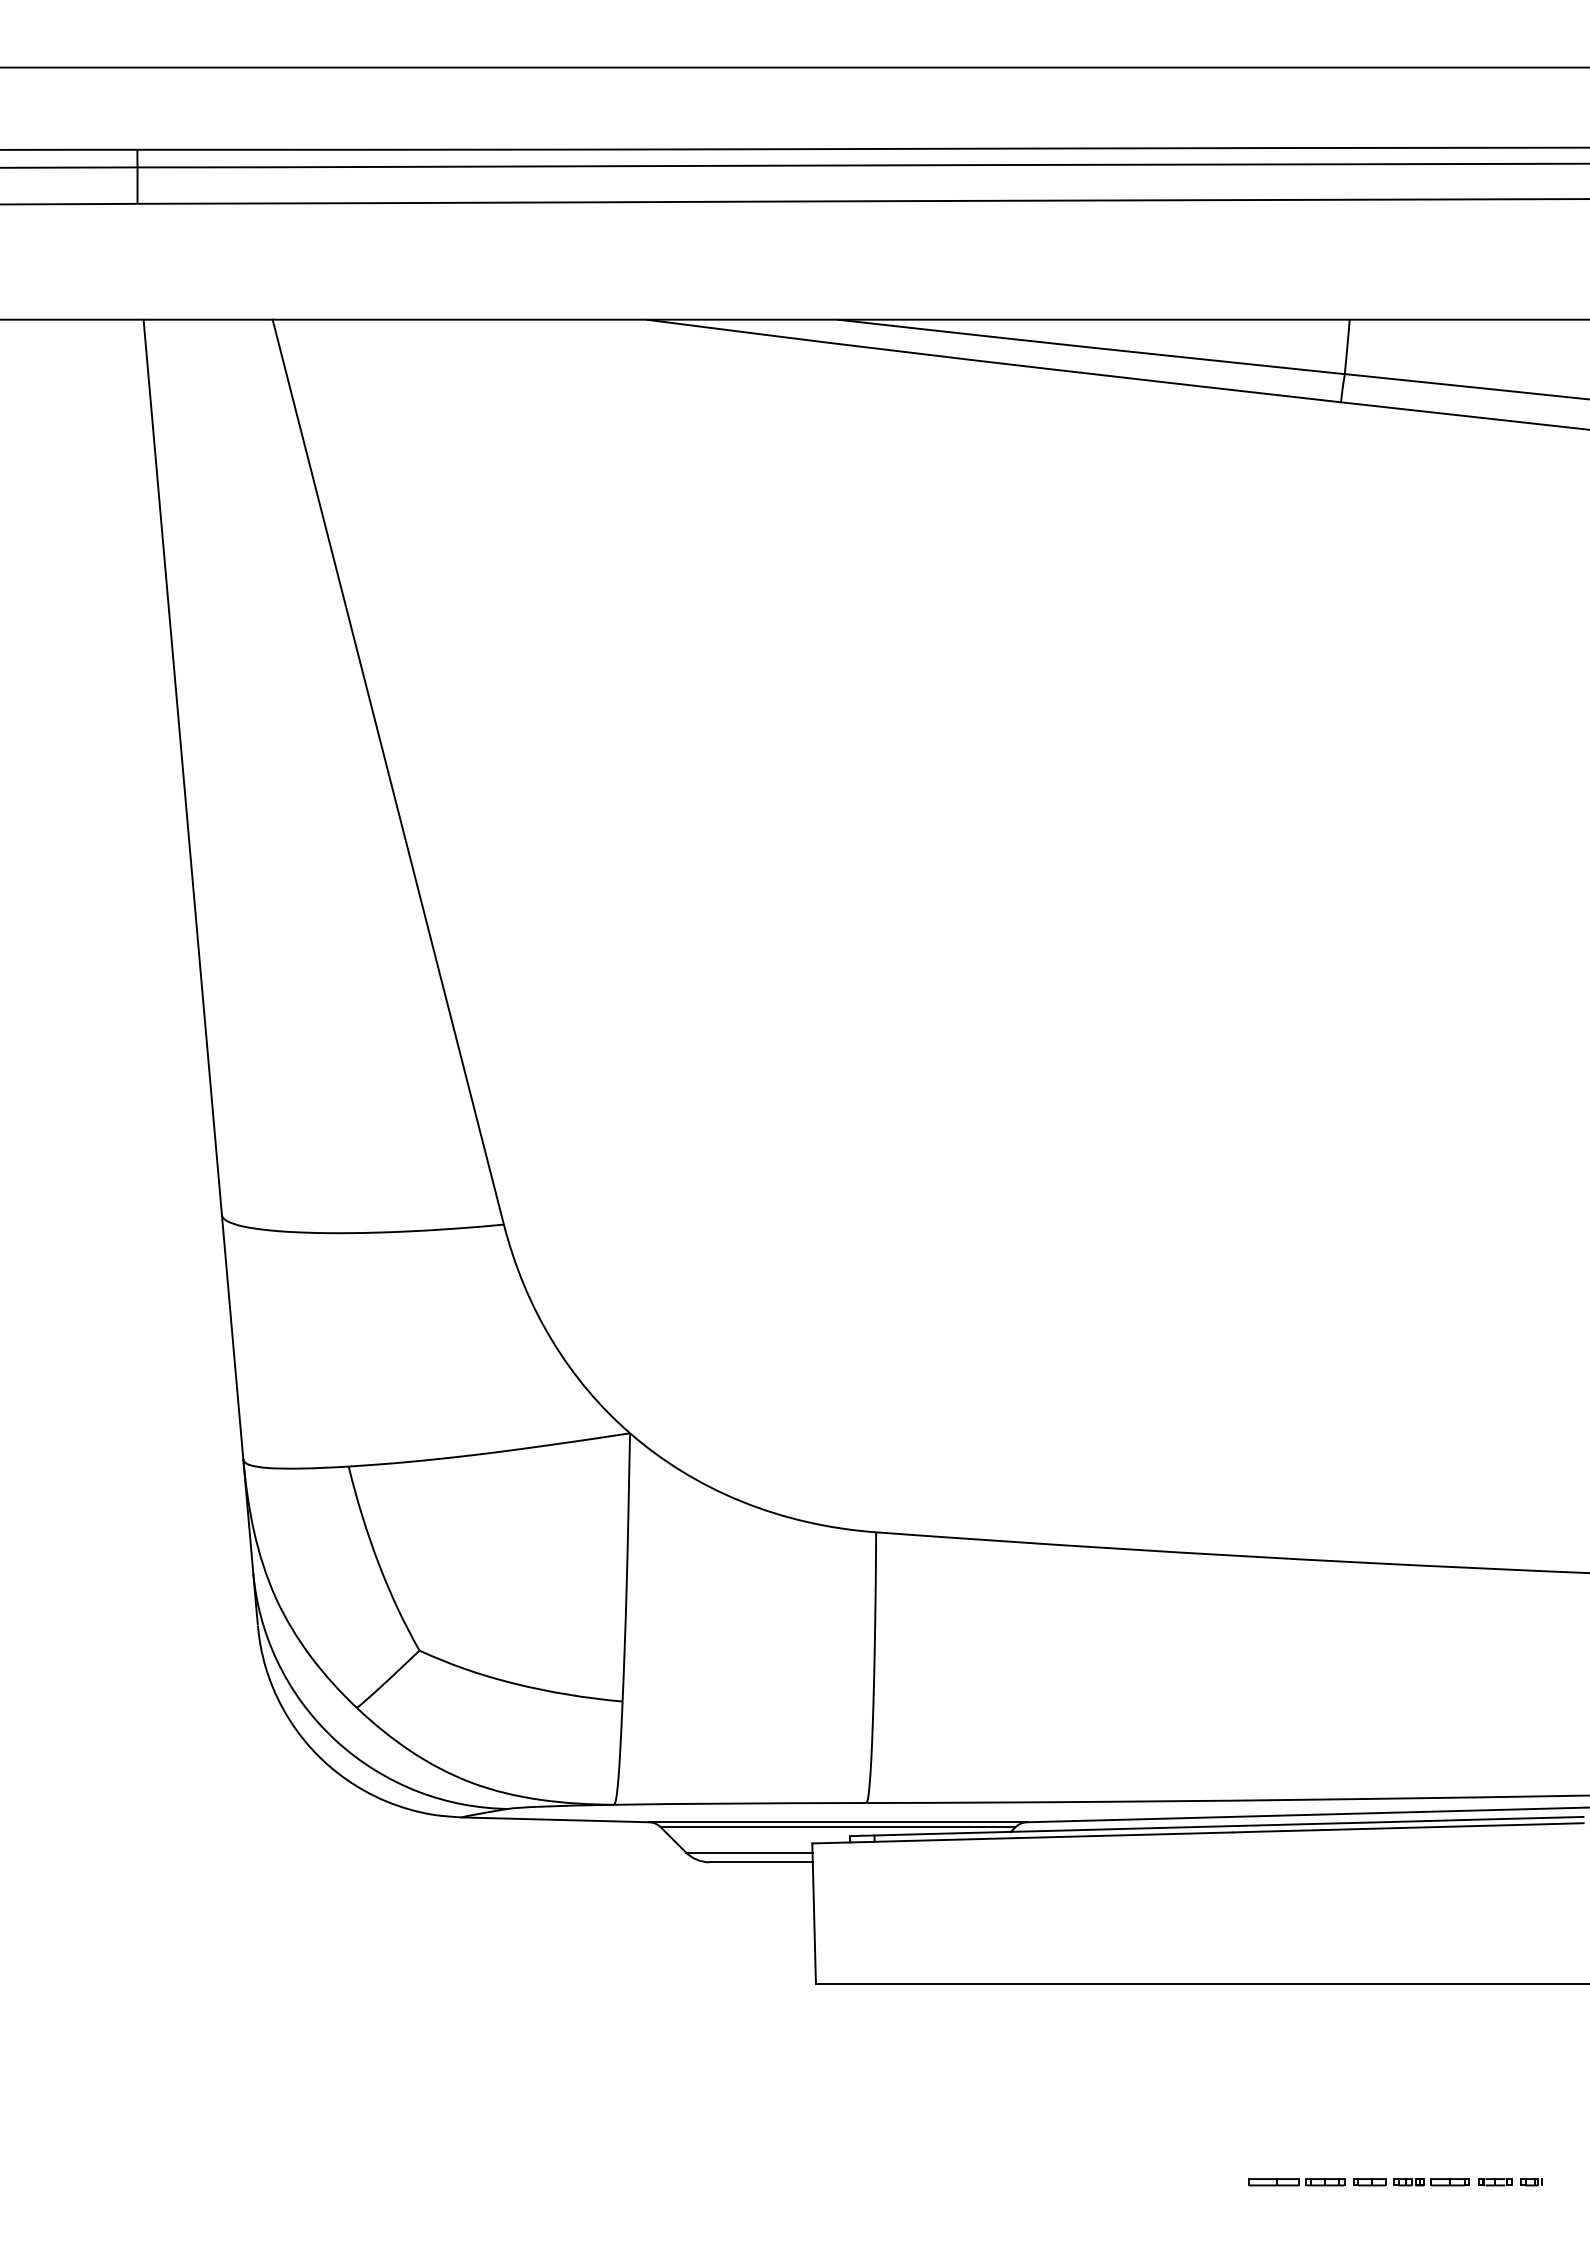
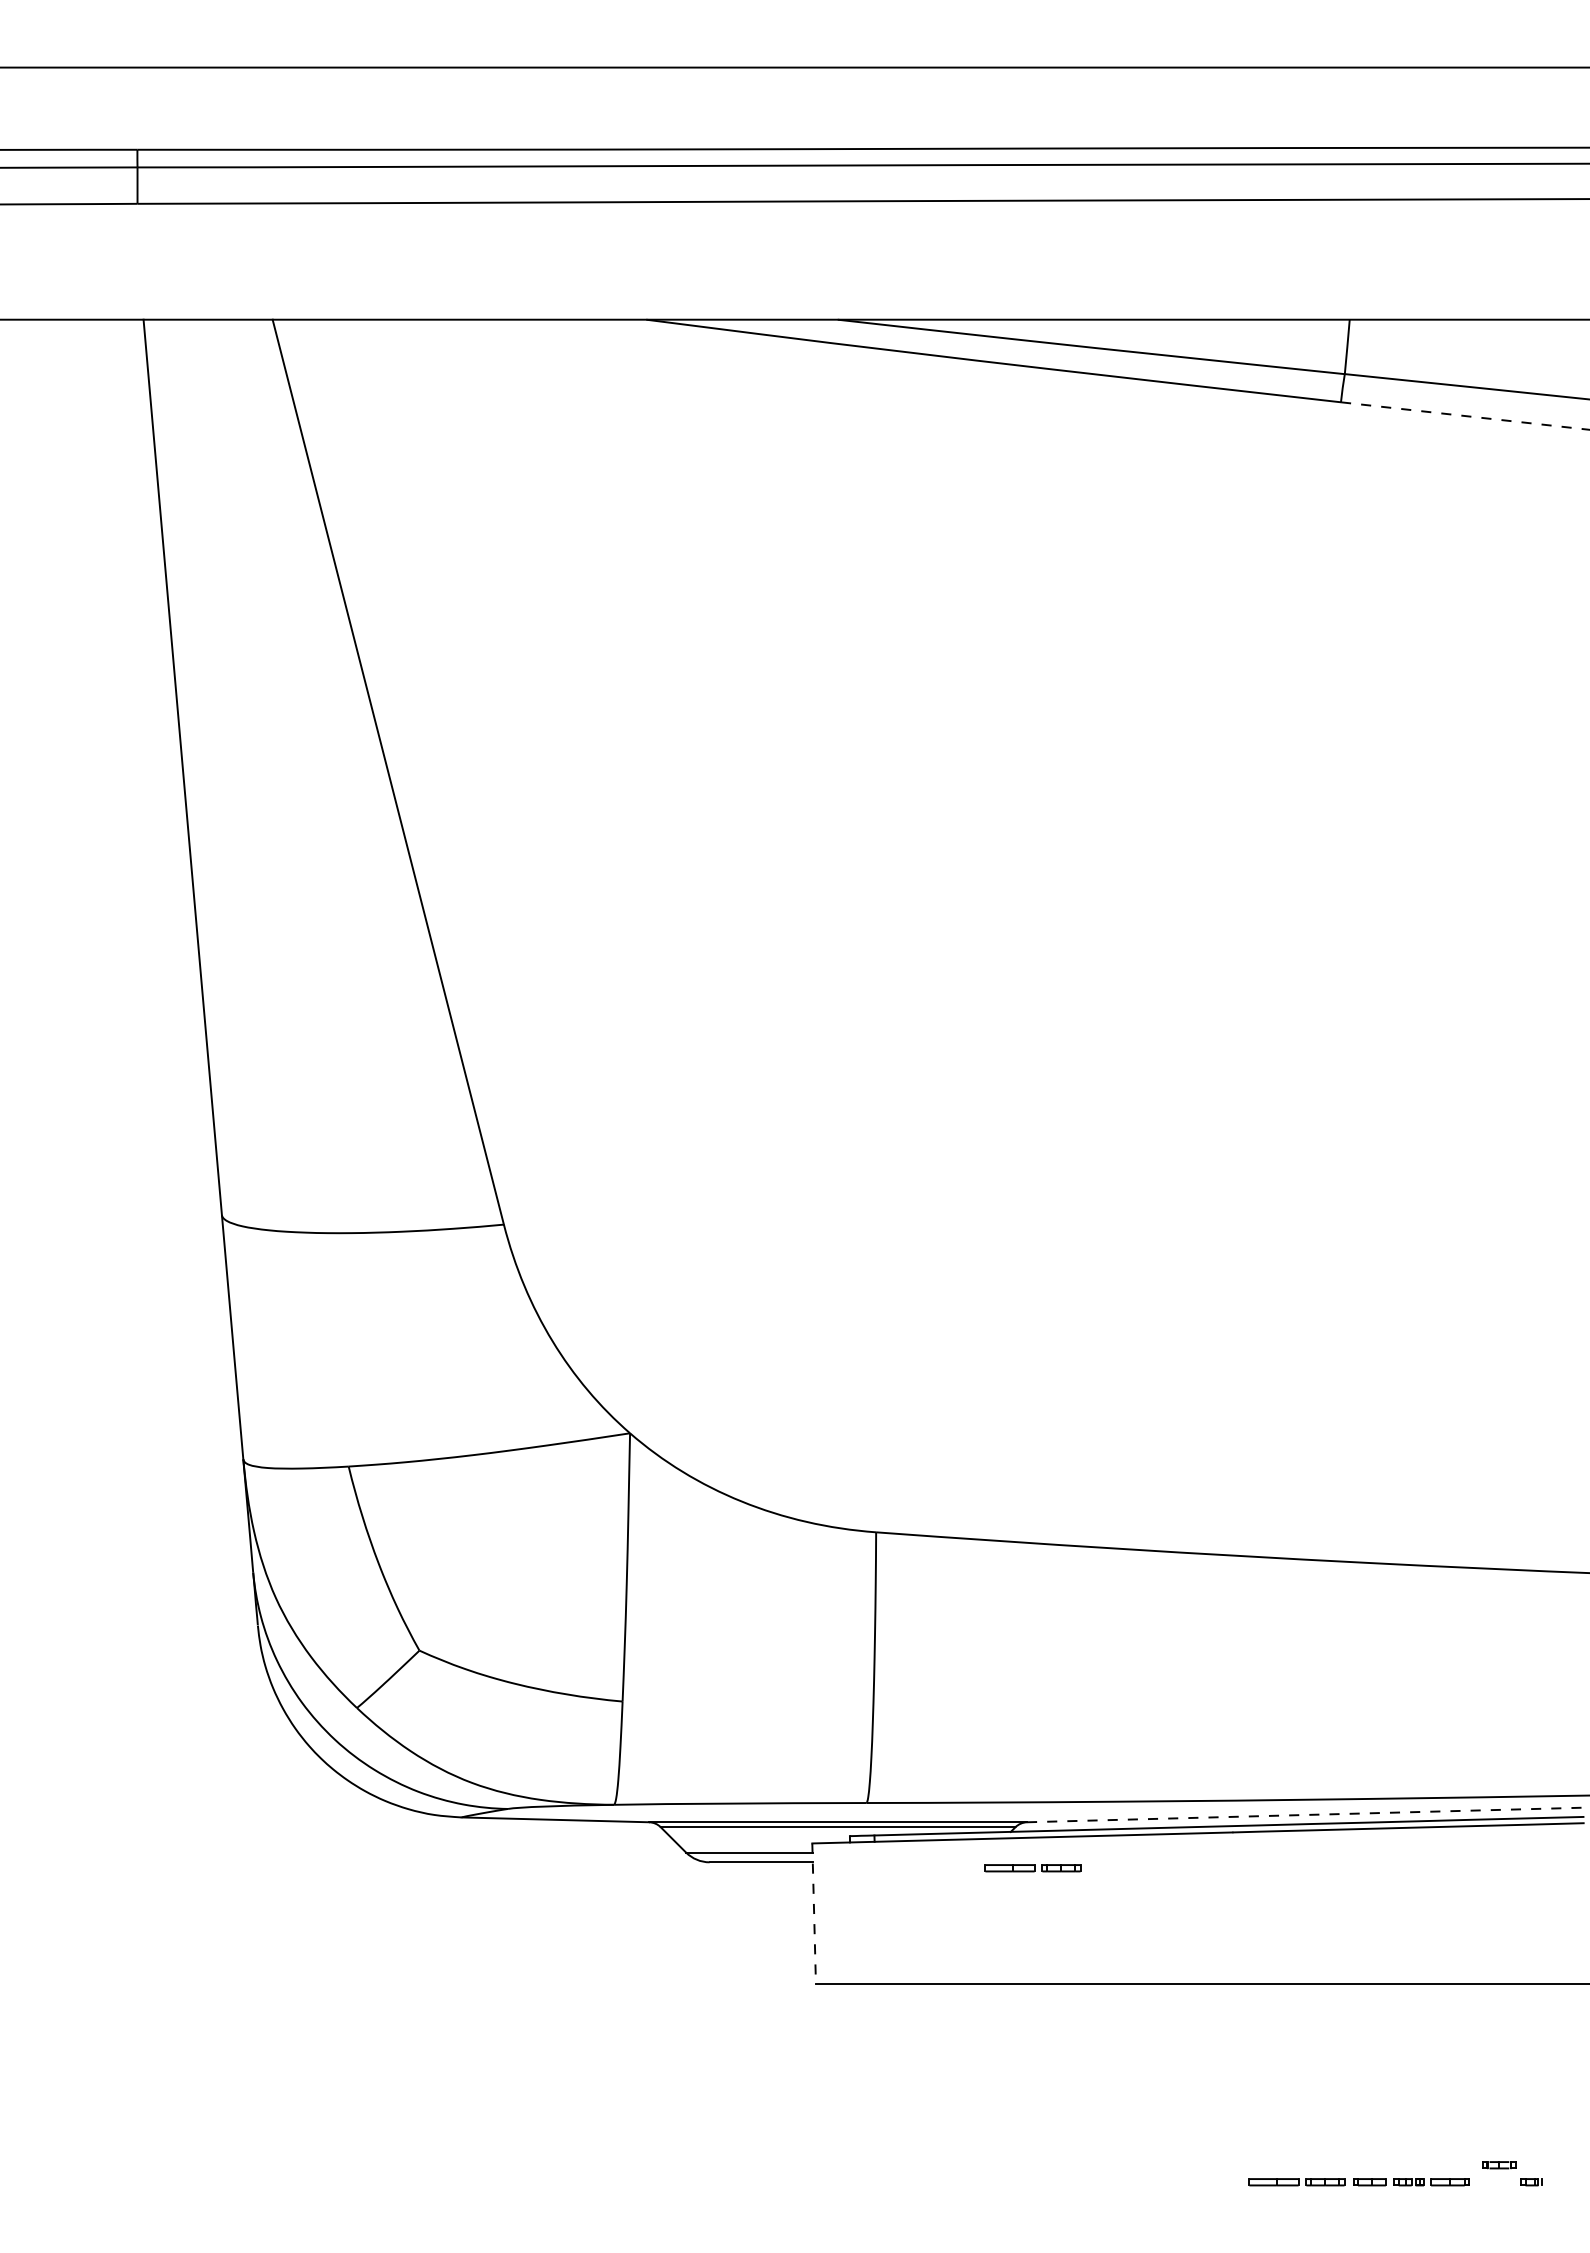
line at (1465, 416): solid -> dashed
line at (1308, 1814): solid -> dashed
part at (1032, 1868): none -> present
line at (814, 1914): solid -> dashed
part at (1495, 2182) position: (1495, 2182) -> (1499, 2165)
